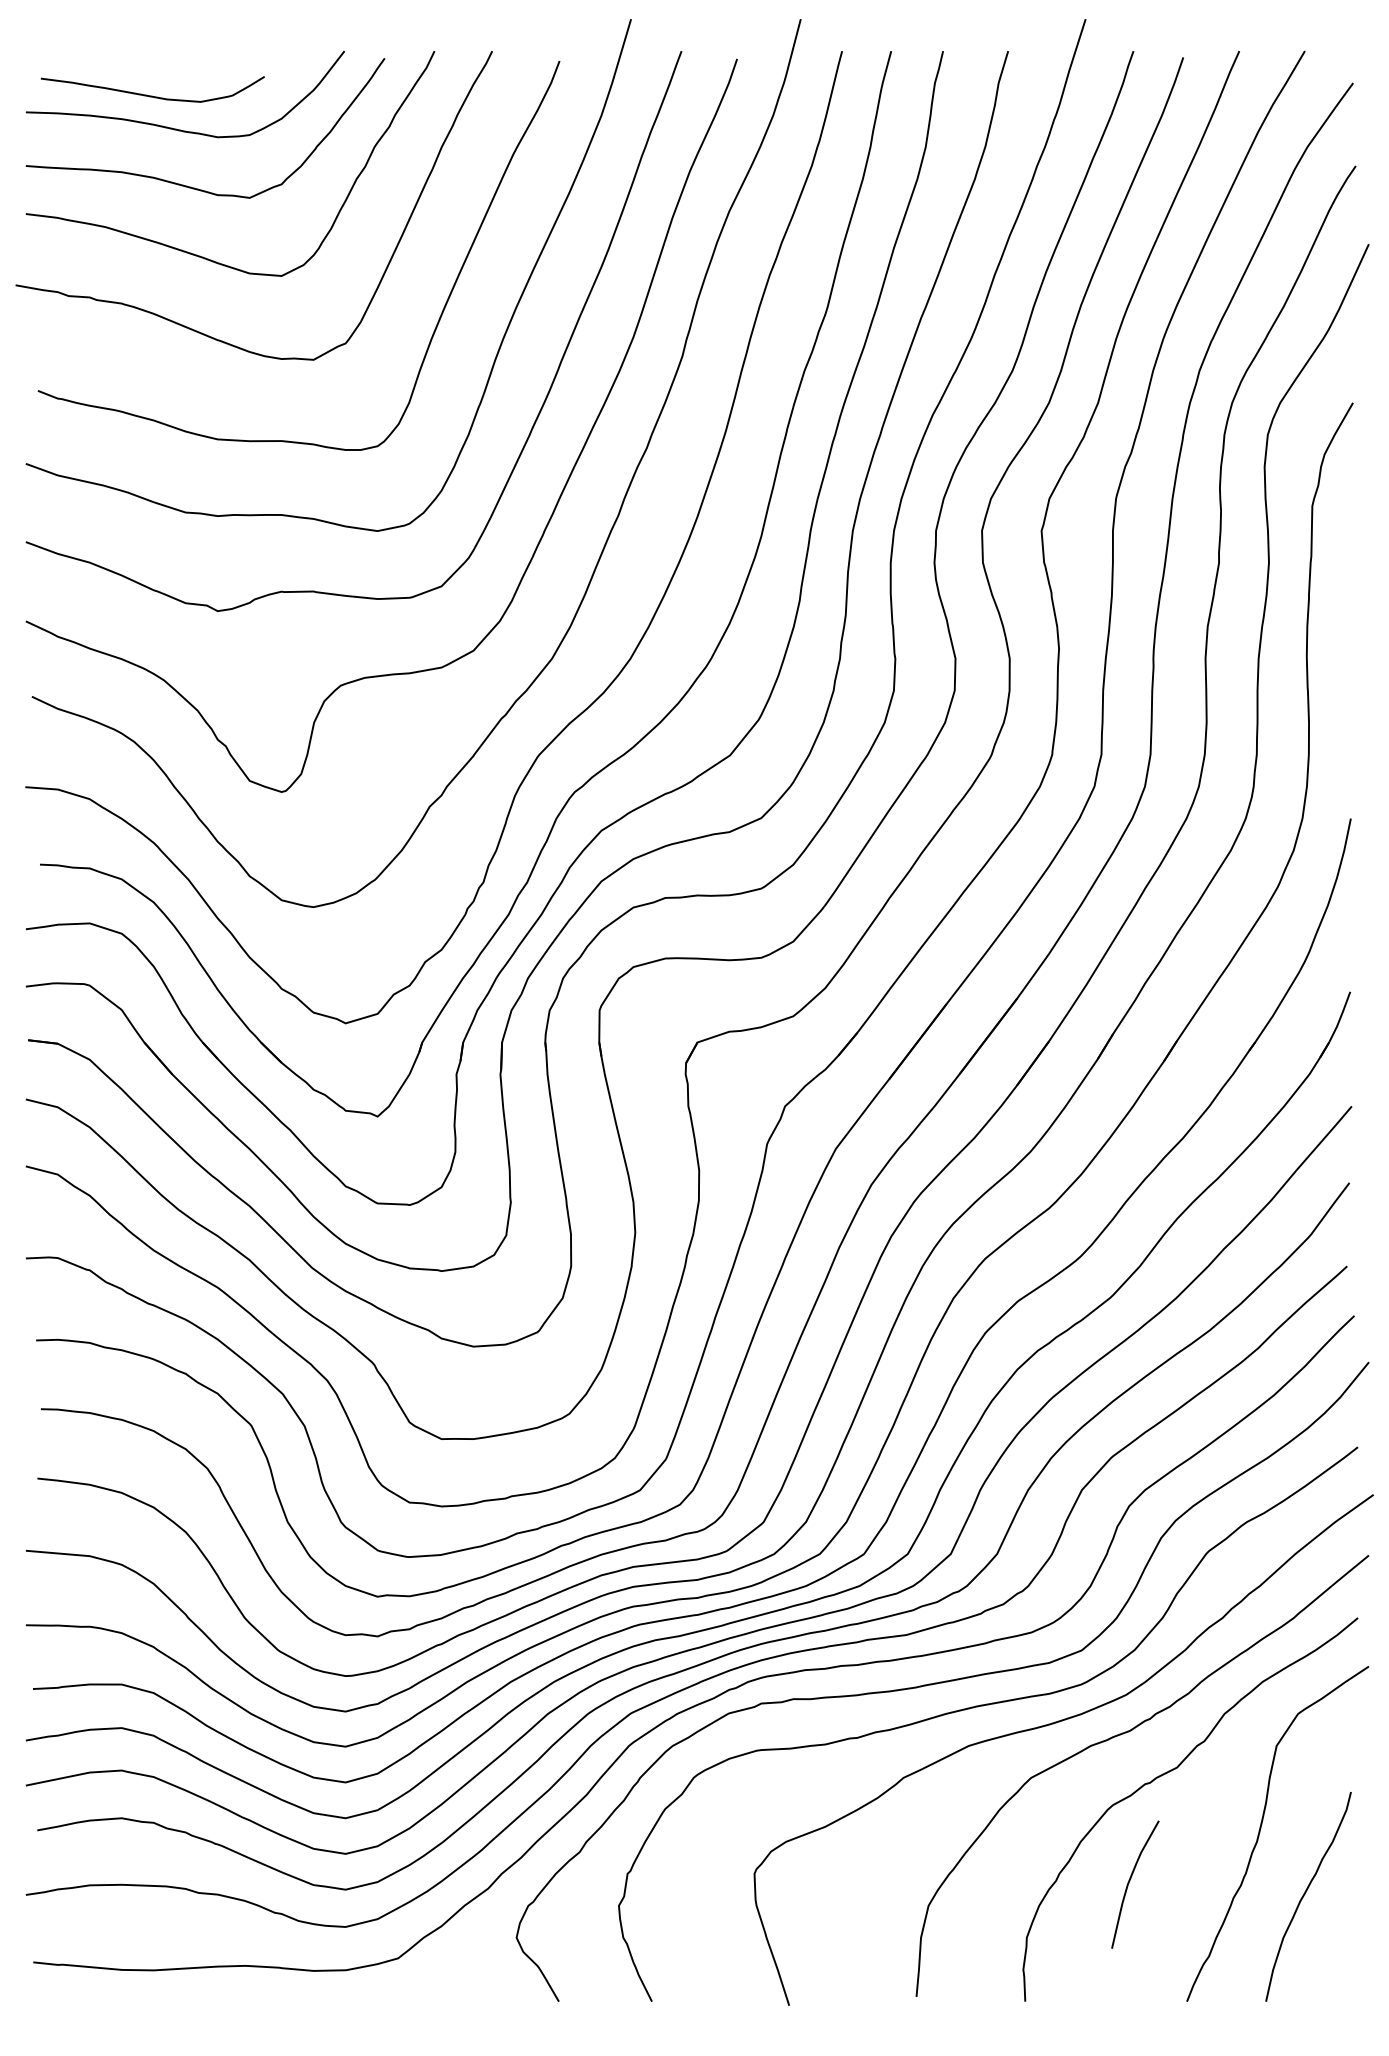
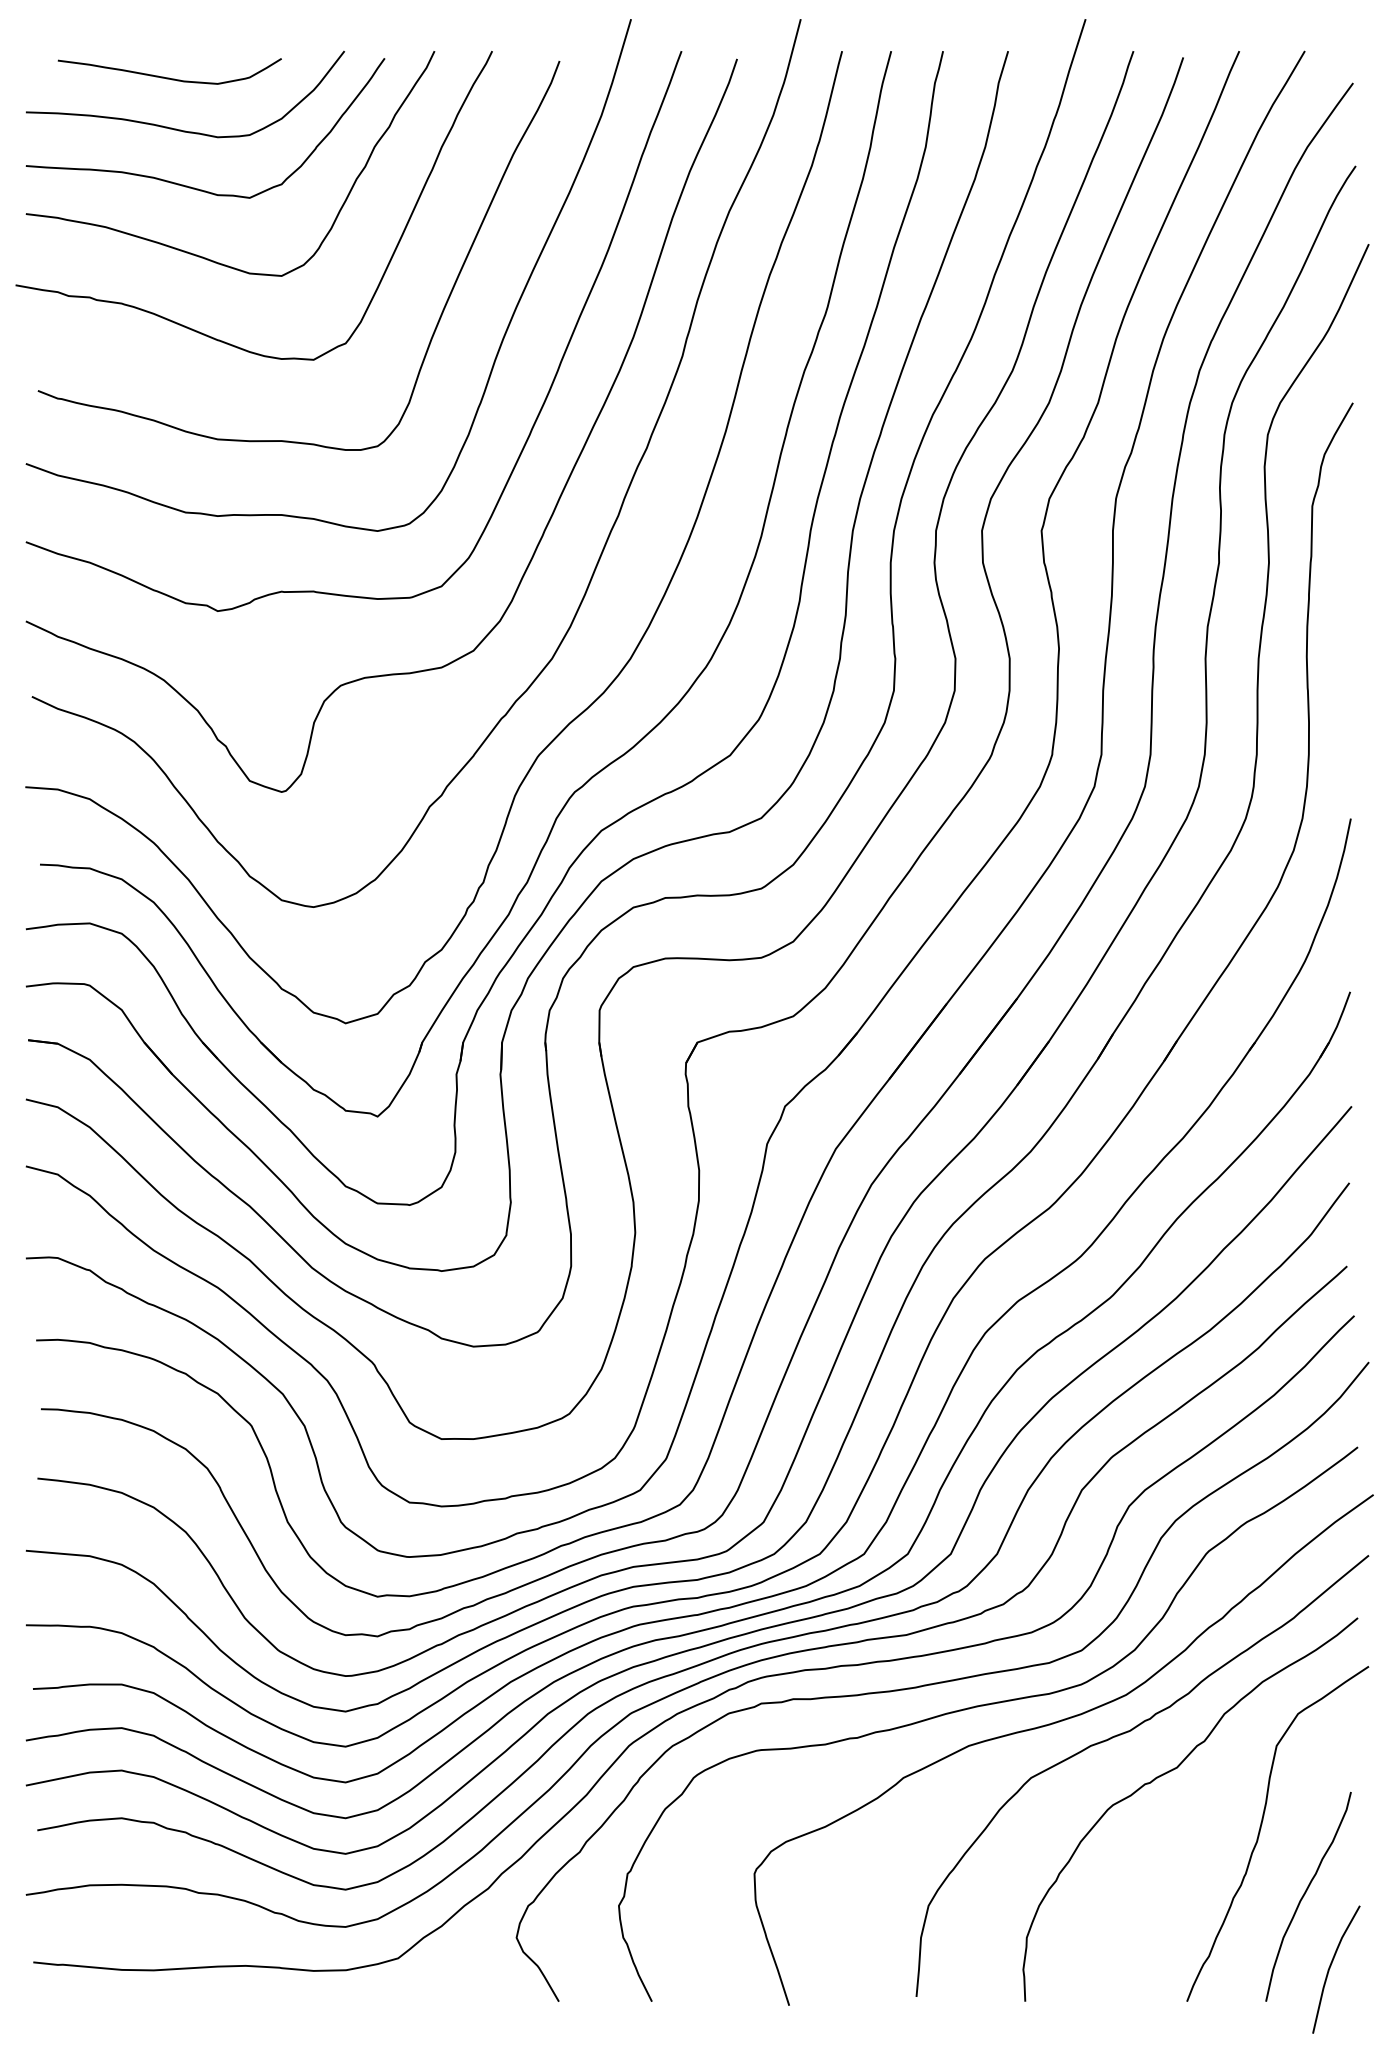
curve at (152, 95) position: (152, 95) -> (169, 77)
curve at (1130, 1881) position: (1130, 1881) -> (1331, 1966)
